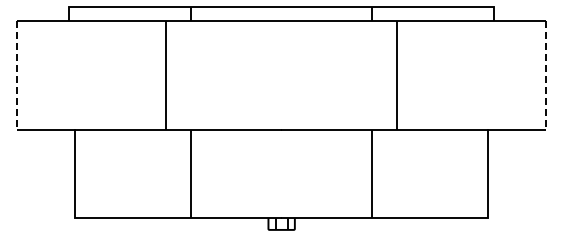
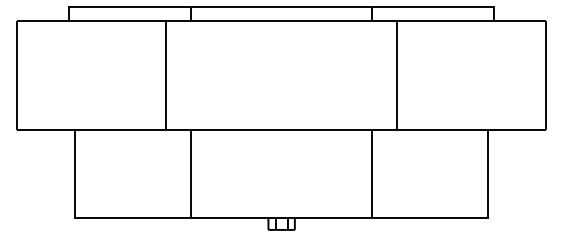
line at (17, 75): dashed -> solid
line at (545, 75): dashed -> solid
